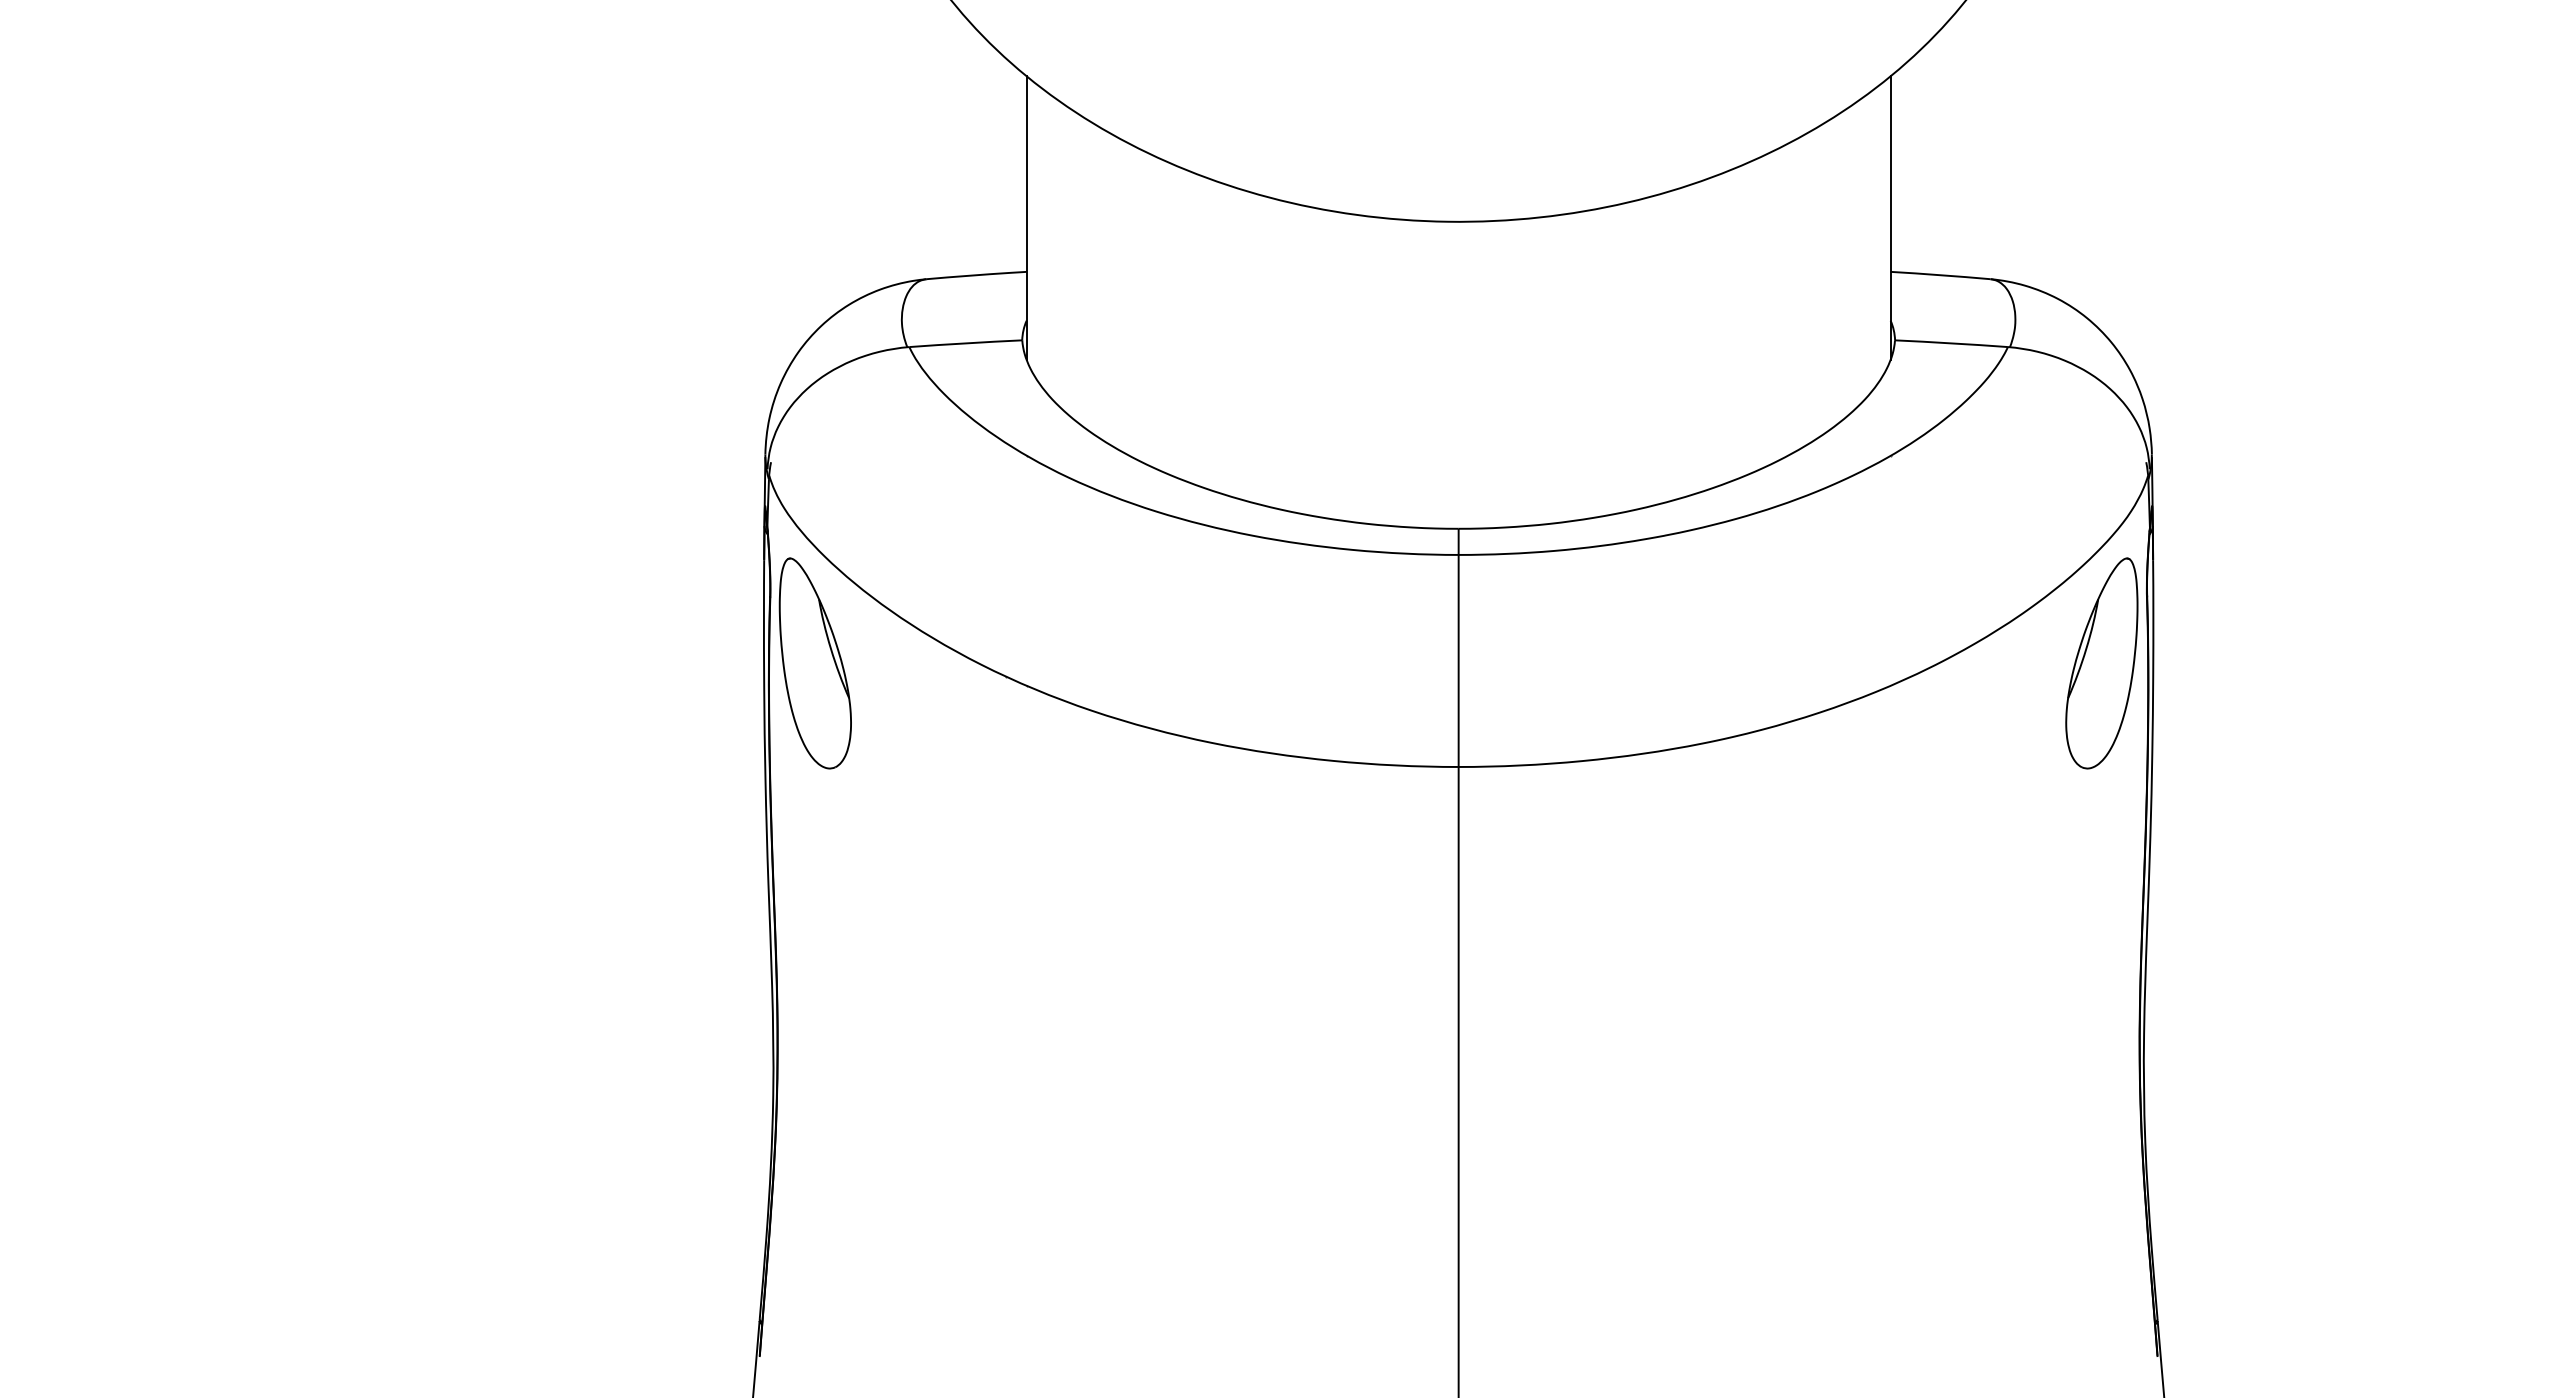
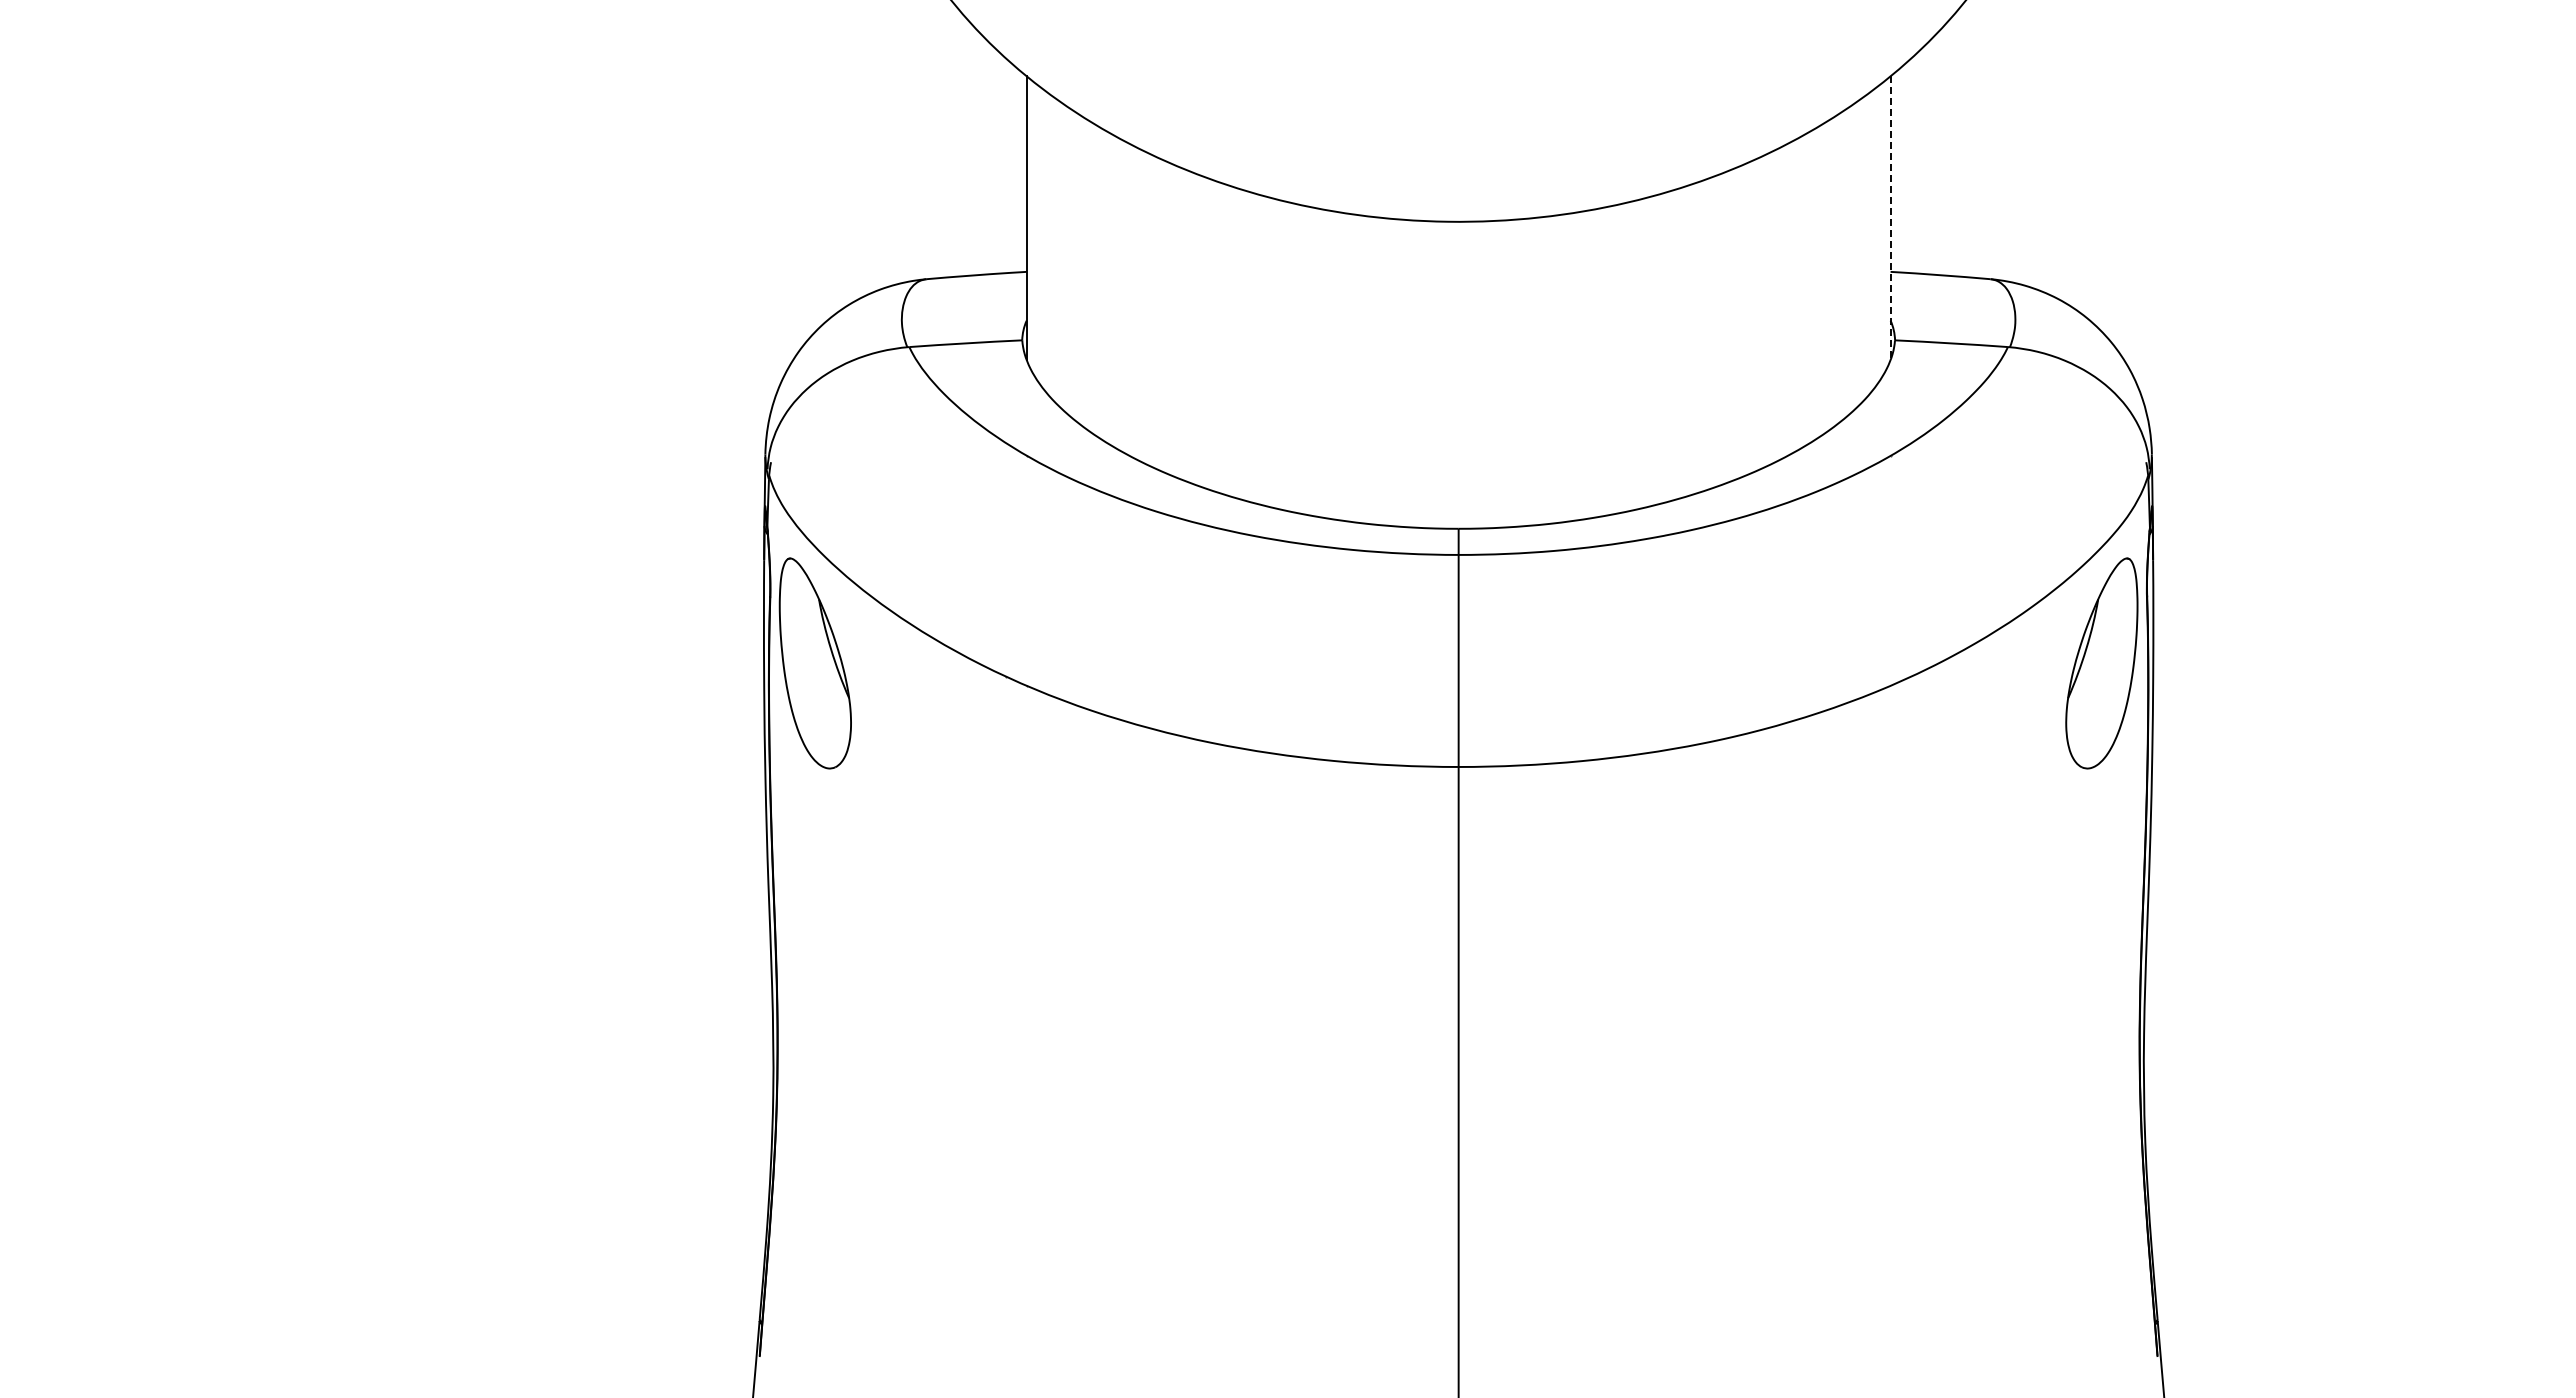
line at (1890, 218): solid -> dashed
